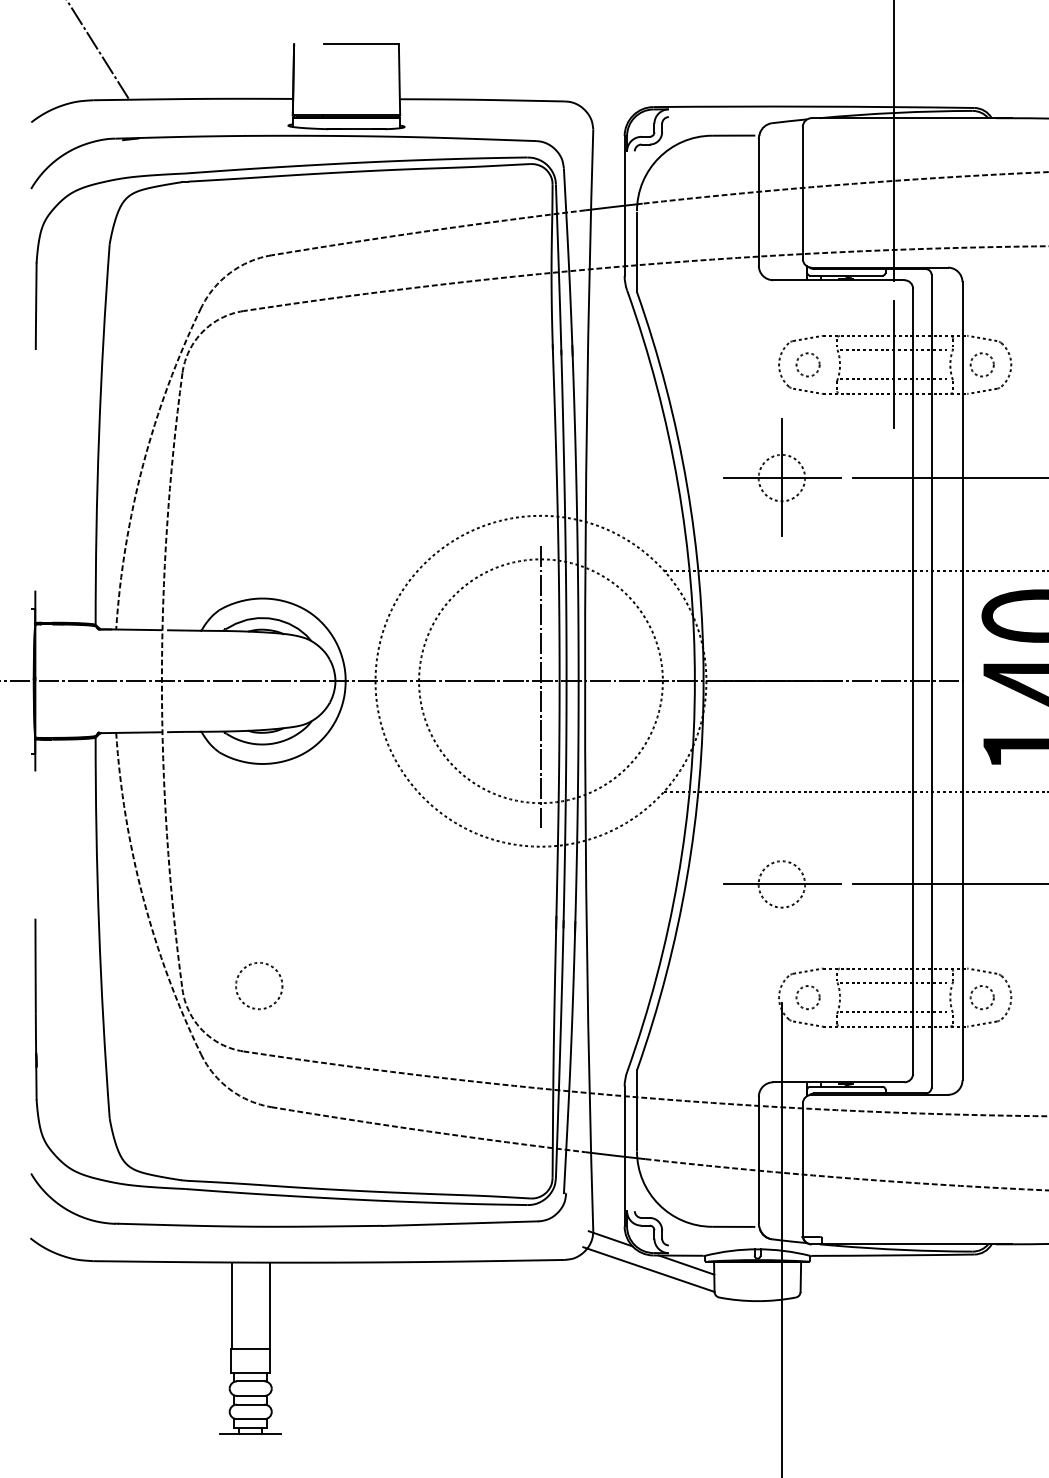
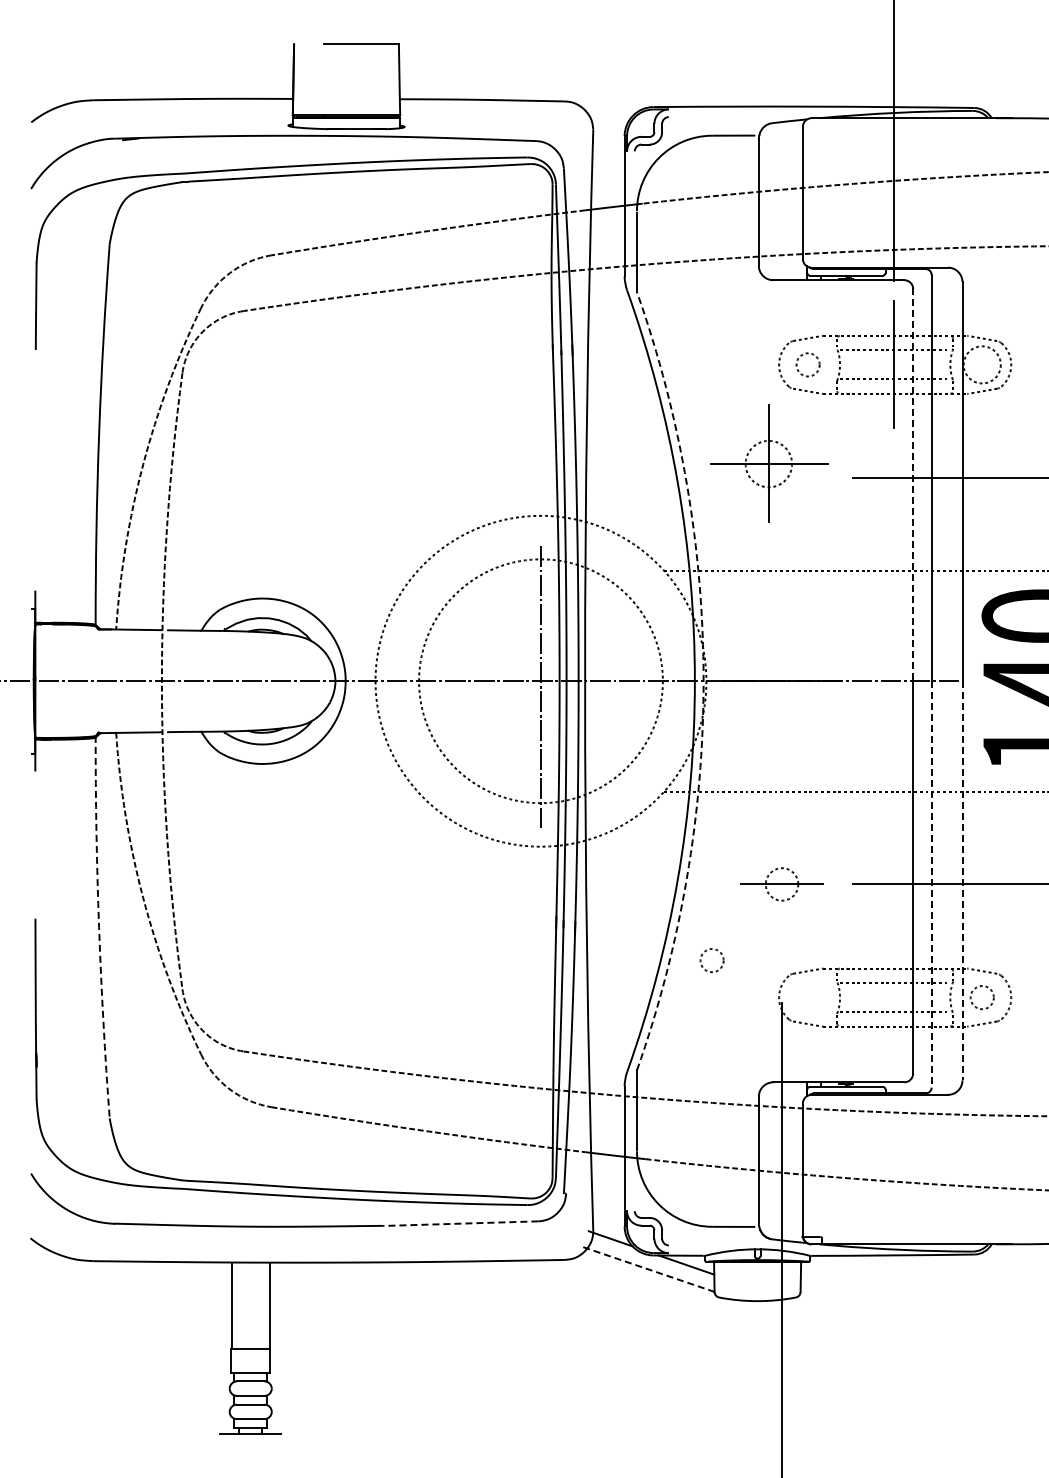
line at (98, 50): present -> none
circle at (981, 364) diameter: 23 px -> 37 px
part at (782, 477) position: (782, 477) -> (769, 463)
line at (913, 484): solid -> dashed
arc at (703, 681): solid -> dashed
line at (962, 880): solid -> dashed
part at (782, 884) size: 119x49 px -> 84x35 px
line at (931, 884): solid -> dashed
arc at (99, 927): solid -> dashed
circle at (259, 986): present -> none
circle at (807, 997) position: (807, 997) -> (711, 960)
line at (460, 1223): solid -> dashed
line at (649, 1269): solid -> dashed
